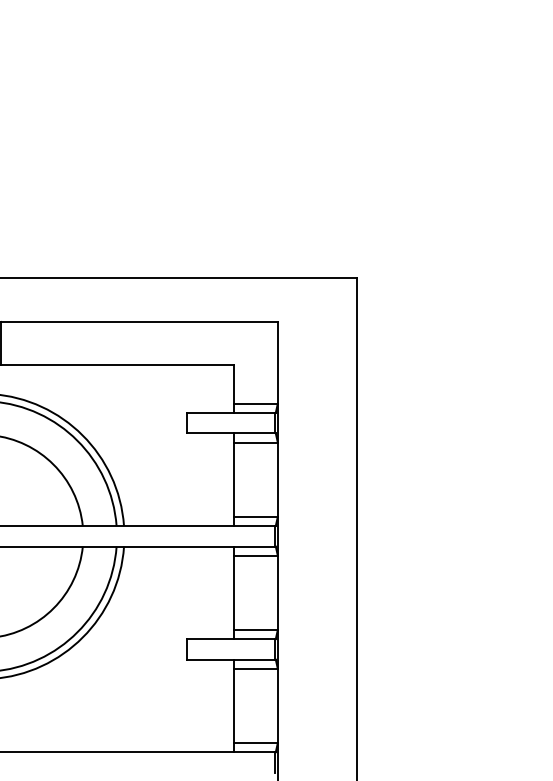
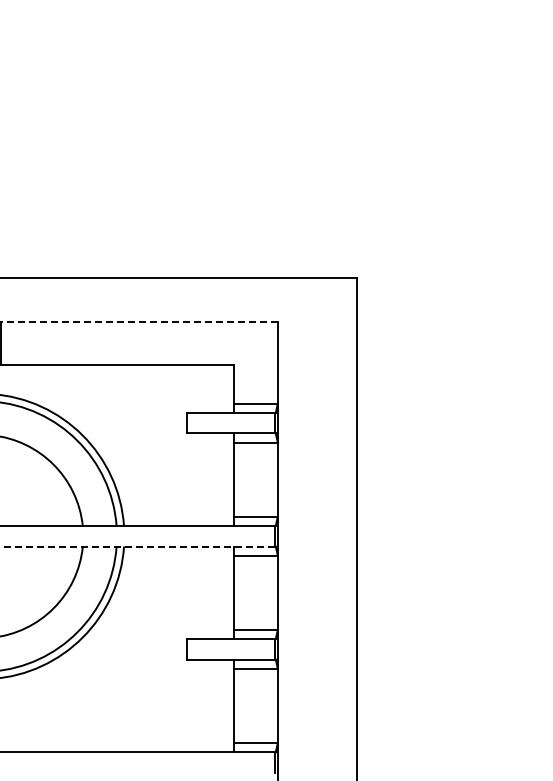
line at (138, 321): solid -> dashed
line at (137, 546): solid -> dashed
